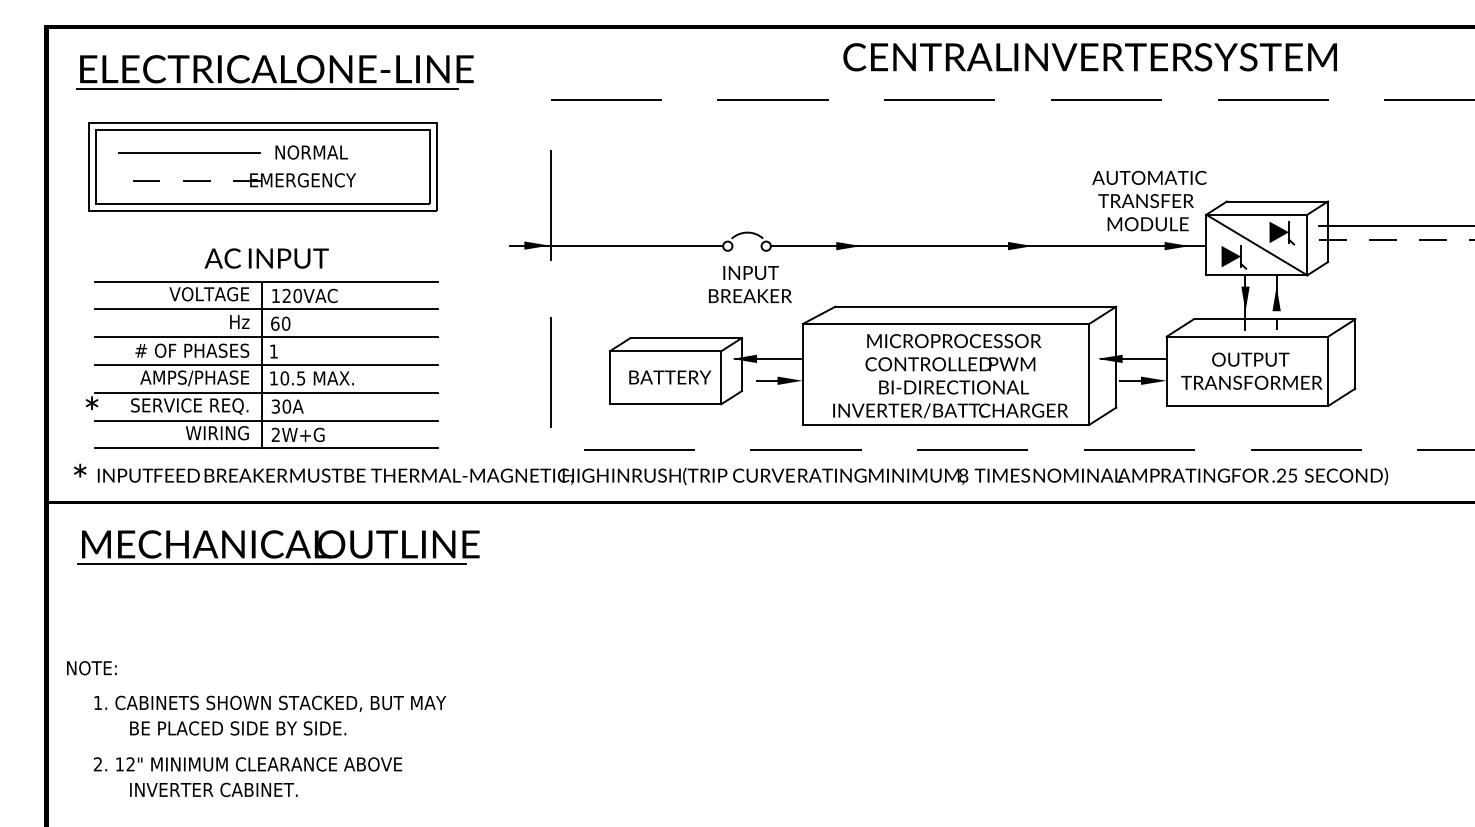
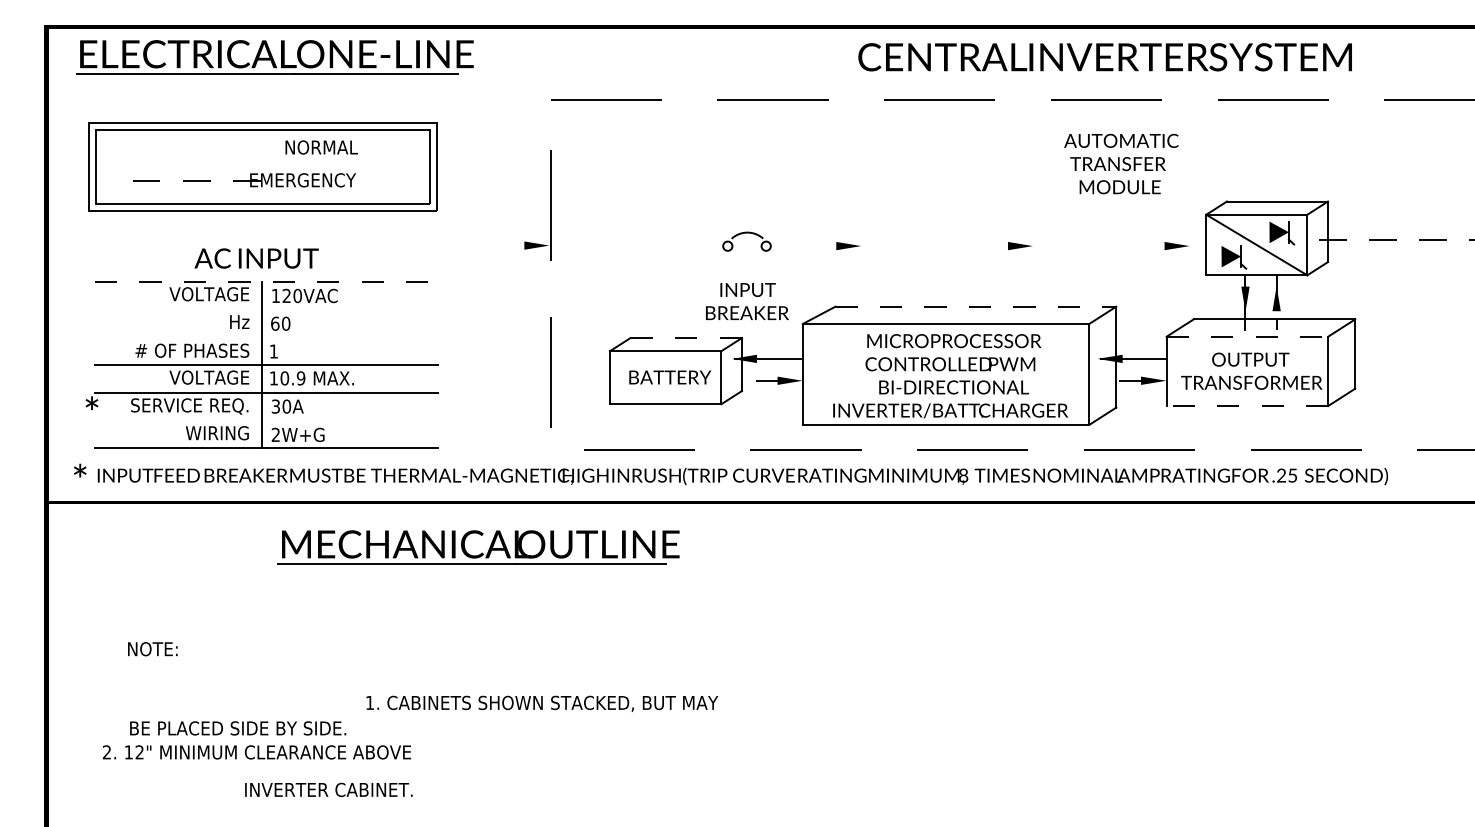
text at (1089, 57) position: (1089, 57) -> (1104, 57)
part at (274, 72) position: (274, 72) -> (274, 57)
text at (311, 152) position: (311, 152) -> (321, 147)
line at (189, 153): present -> none
text at (1149, 200) position: (1149, 200) -> (1121, 163)
line at (1394, 226): present -> none
line at (616, 246): present -> none
line at (988, 246): present -> none
text at (266, 258) position: (266, 258) -> (256, 258)
line at (266, 281): solid -> dashed
text at (750, 284) position: (750, 284) -> (747, 301)
line at (976, 306): solid -> dashed
line at (266, 309): present -> none
line at (1247, 336): solid -> dashed
line at (266, 337): present -> none
line at (686, 338): solid -> dashed
text at (189, 378): AMPS/PHASE -> VOLTAGE
text at (300, 378): 10.5 -> 10.9
line at (1247, 406): solid -> dashed
line at (266, 420): present -> none
part at (278, 547) position: (278, 547) -> (478, 547)
text at (91, 668) position: (91, 668) -> (152, 649)
text at (270, 703) position: (270, 703) -> (542, 703)
text at (248, 764) position: (248, 764) -> (257, 752)
text at (213, 789) position: (213, 789) -> (328, 789)
